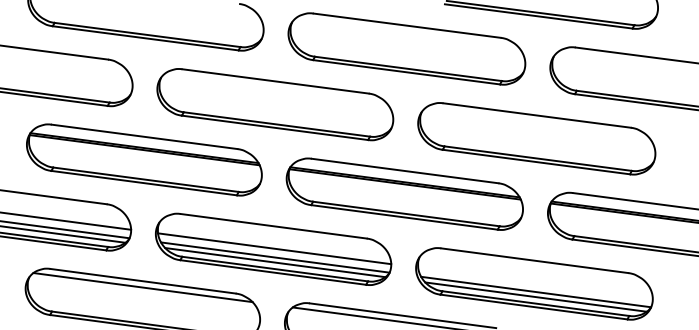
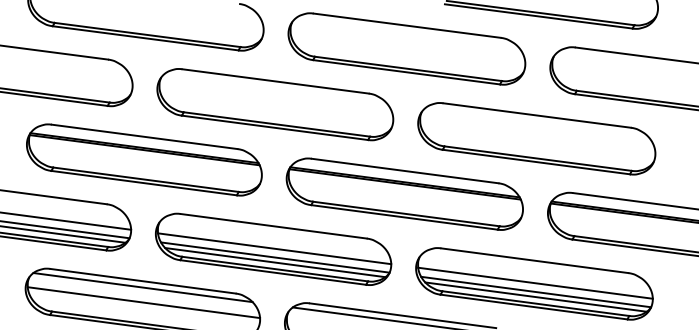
line at (535, 282): none -> present
line at (143, 302): none -> present
